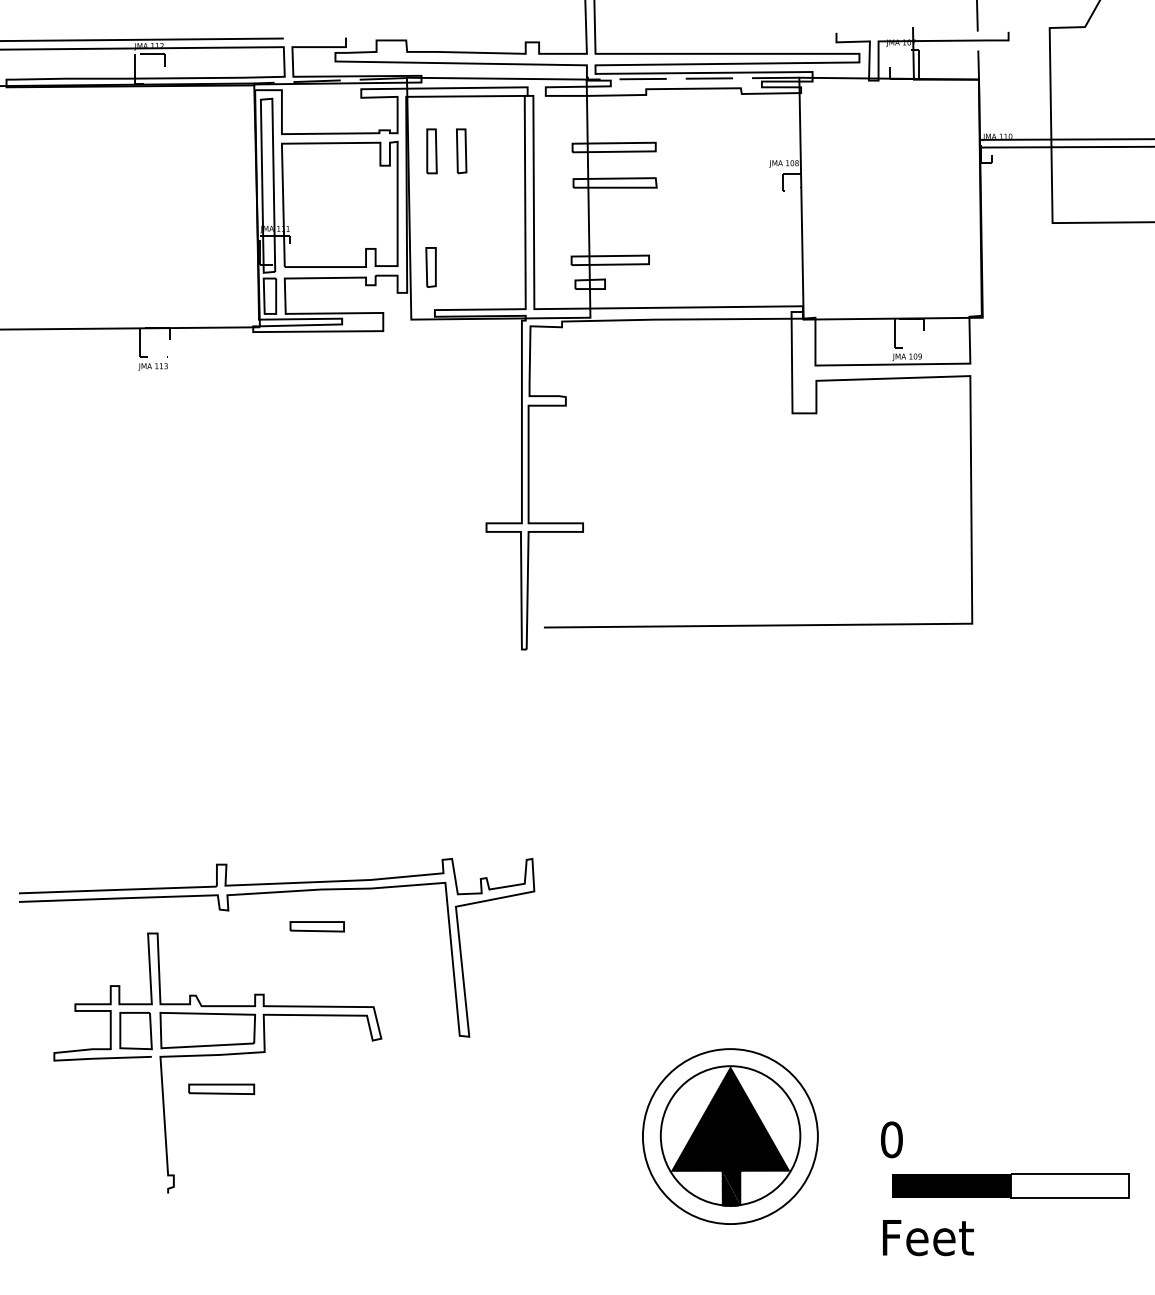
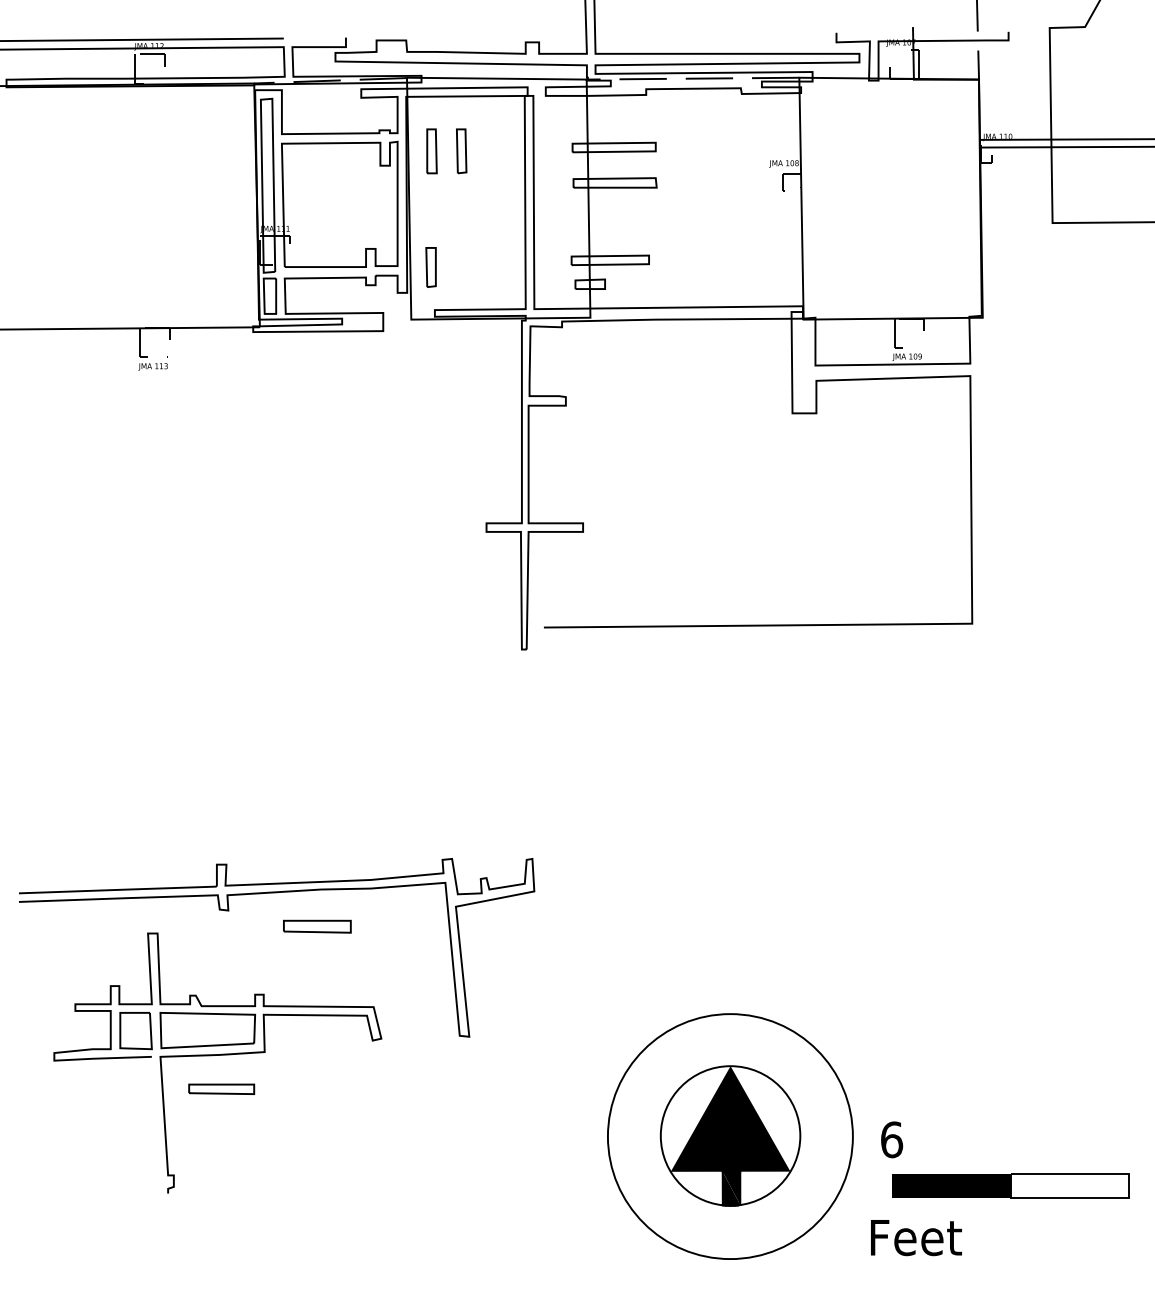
part at (316, 926) size: 56x12 px -> 69x15 px
circle at (729, 1136) diameter: 175 px -> 245 px
text at (892, 1139): 0 -> 6
text at (928, 1238) position: (928, 1238) -> (916, 1238)
